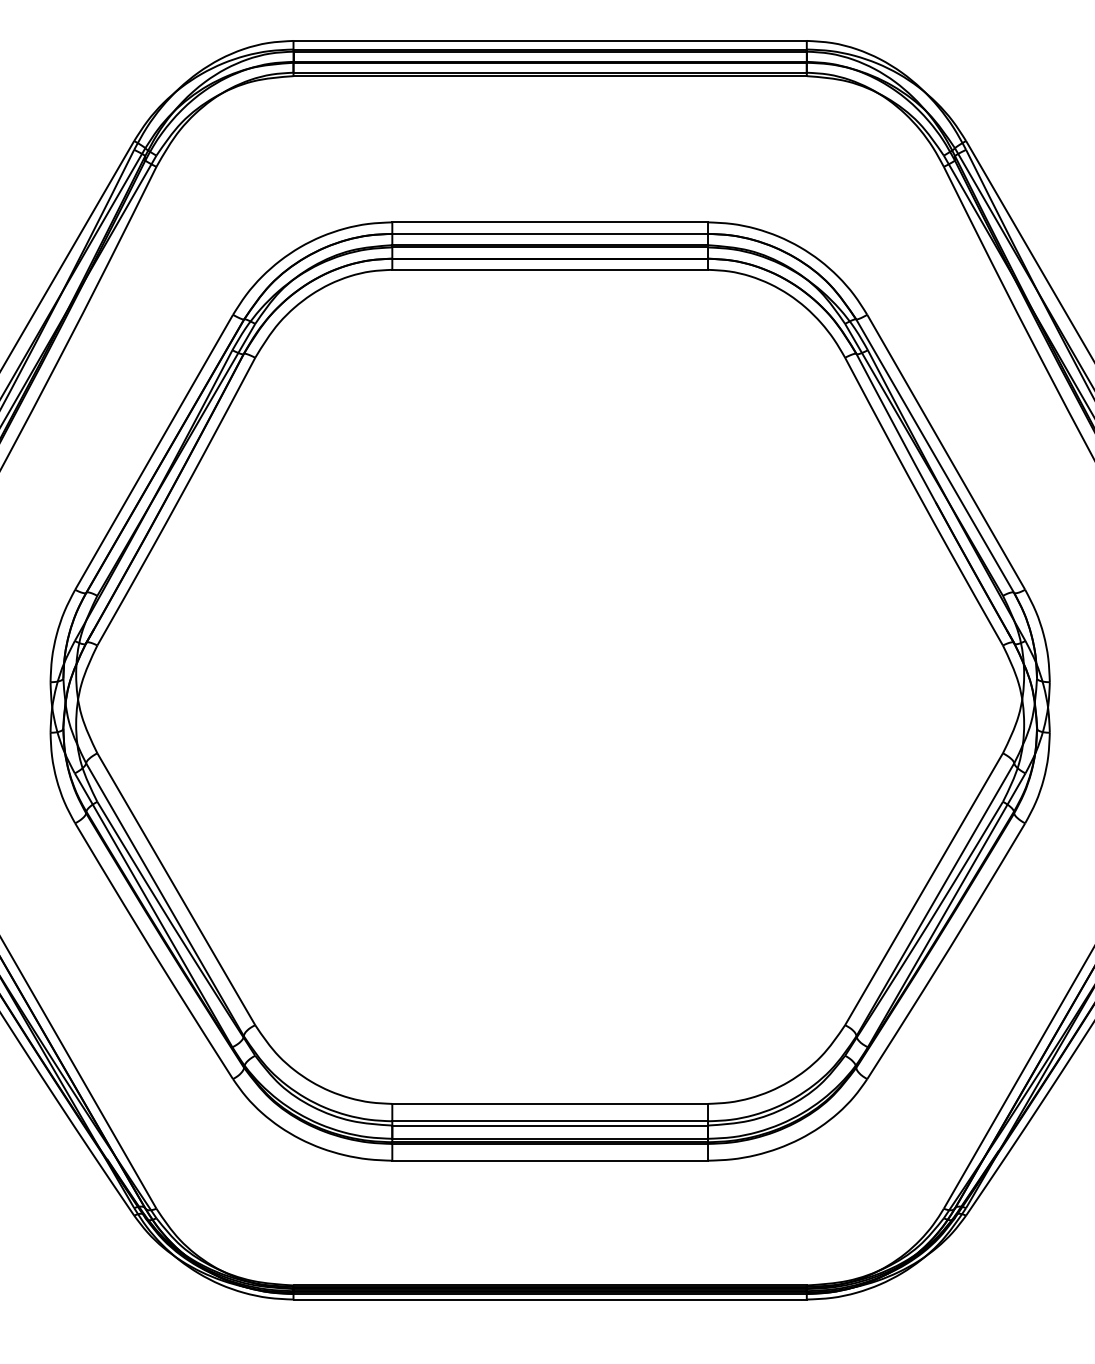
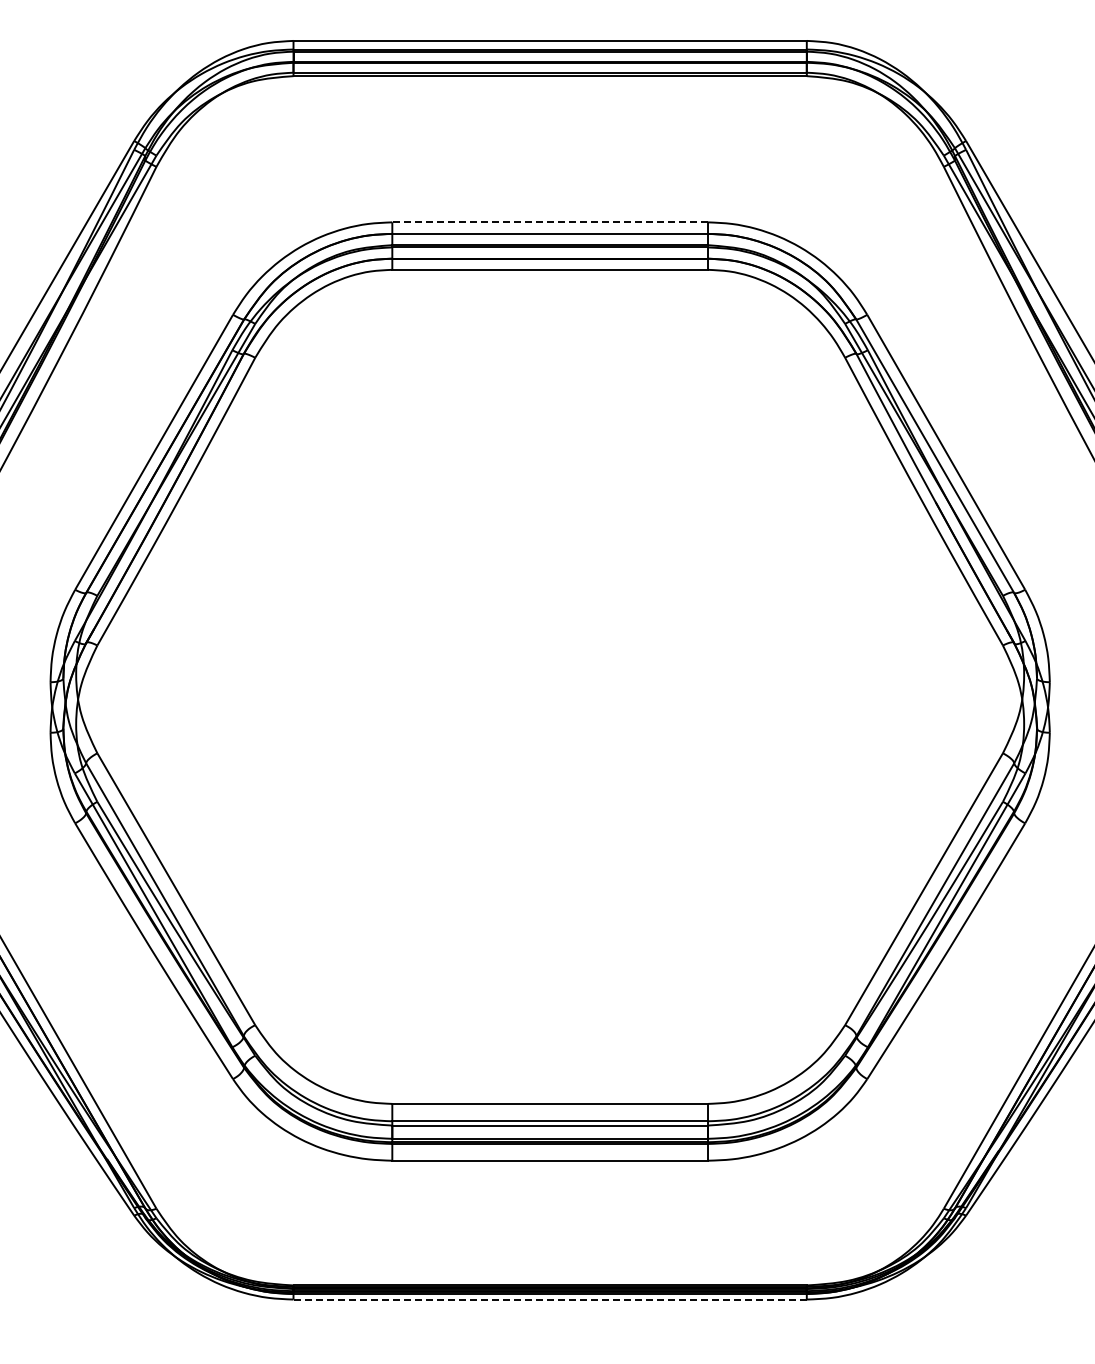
line at (550, 222): solid -> dashed
line at (550, 1299): solid -> dashed
